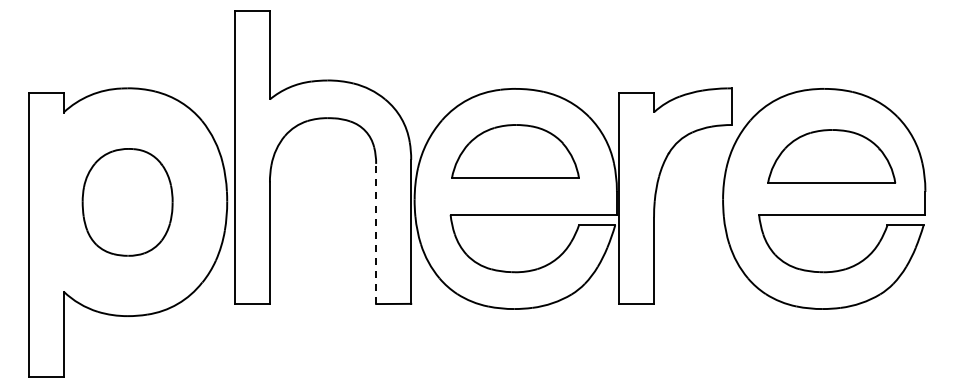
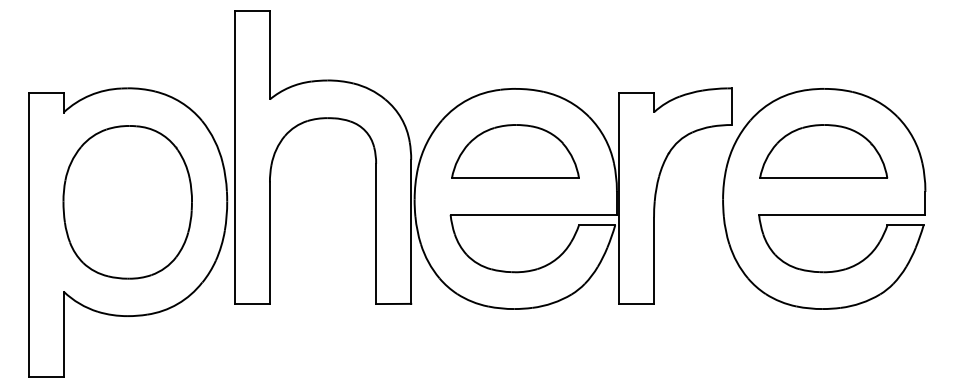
part at (831, 156) position: (831, 156) -> (823, 151)
part at (127, 202) size: 93x109 px -> 131x155 px
line at (376, 233): dashed -> solid
